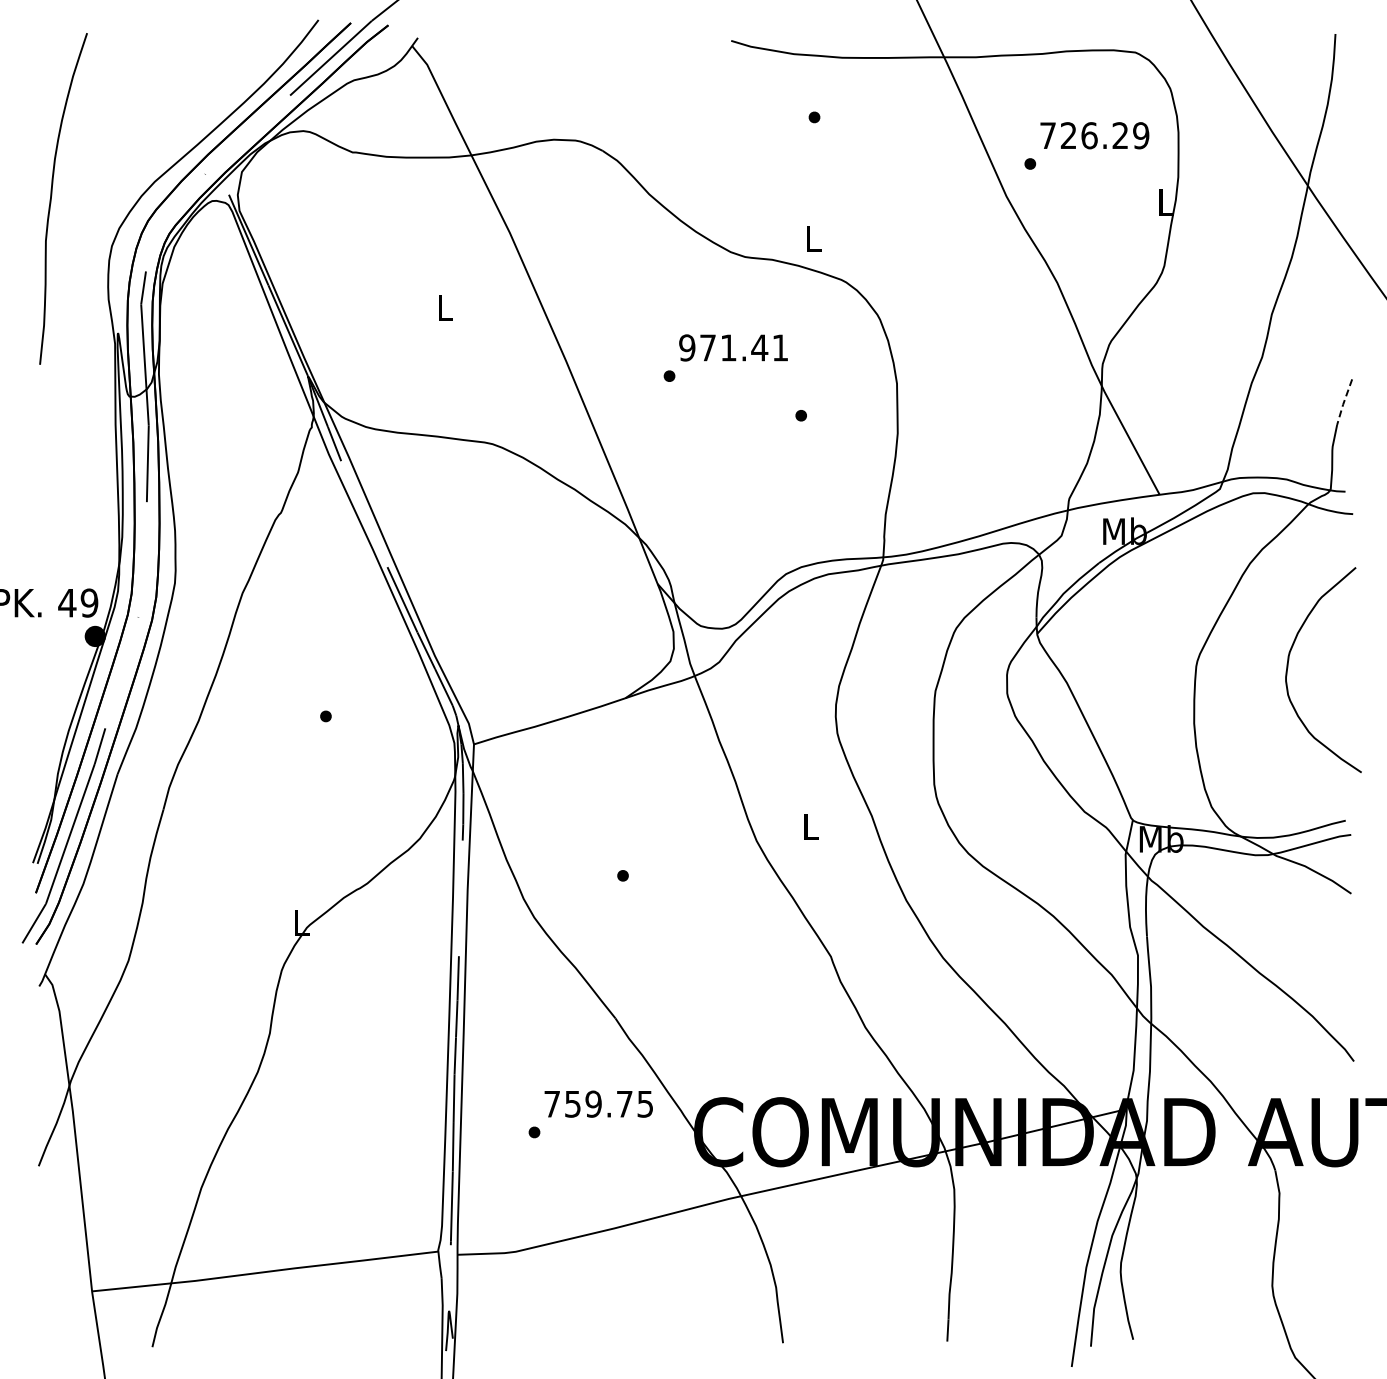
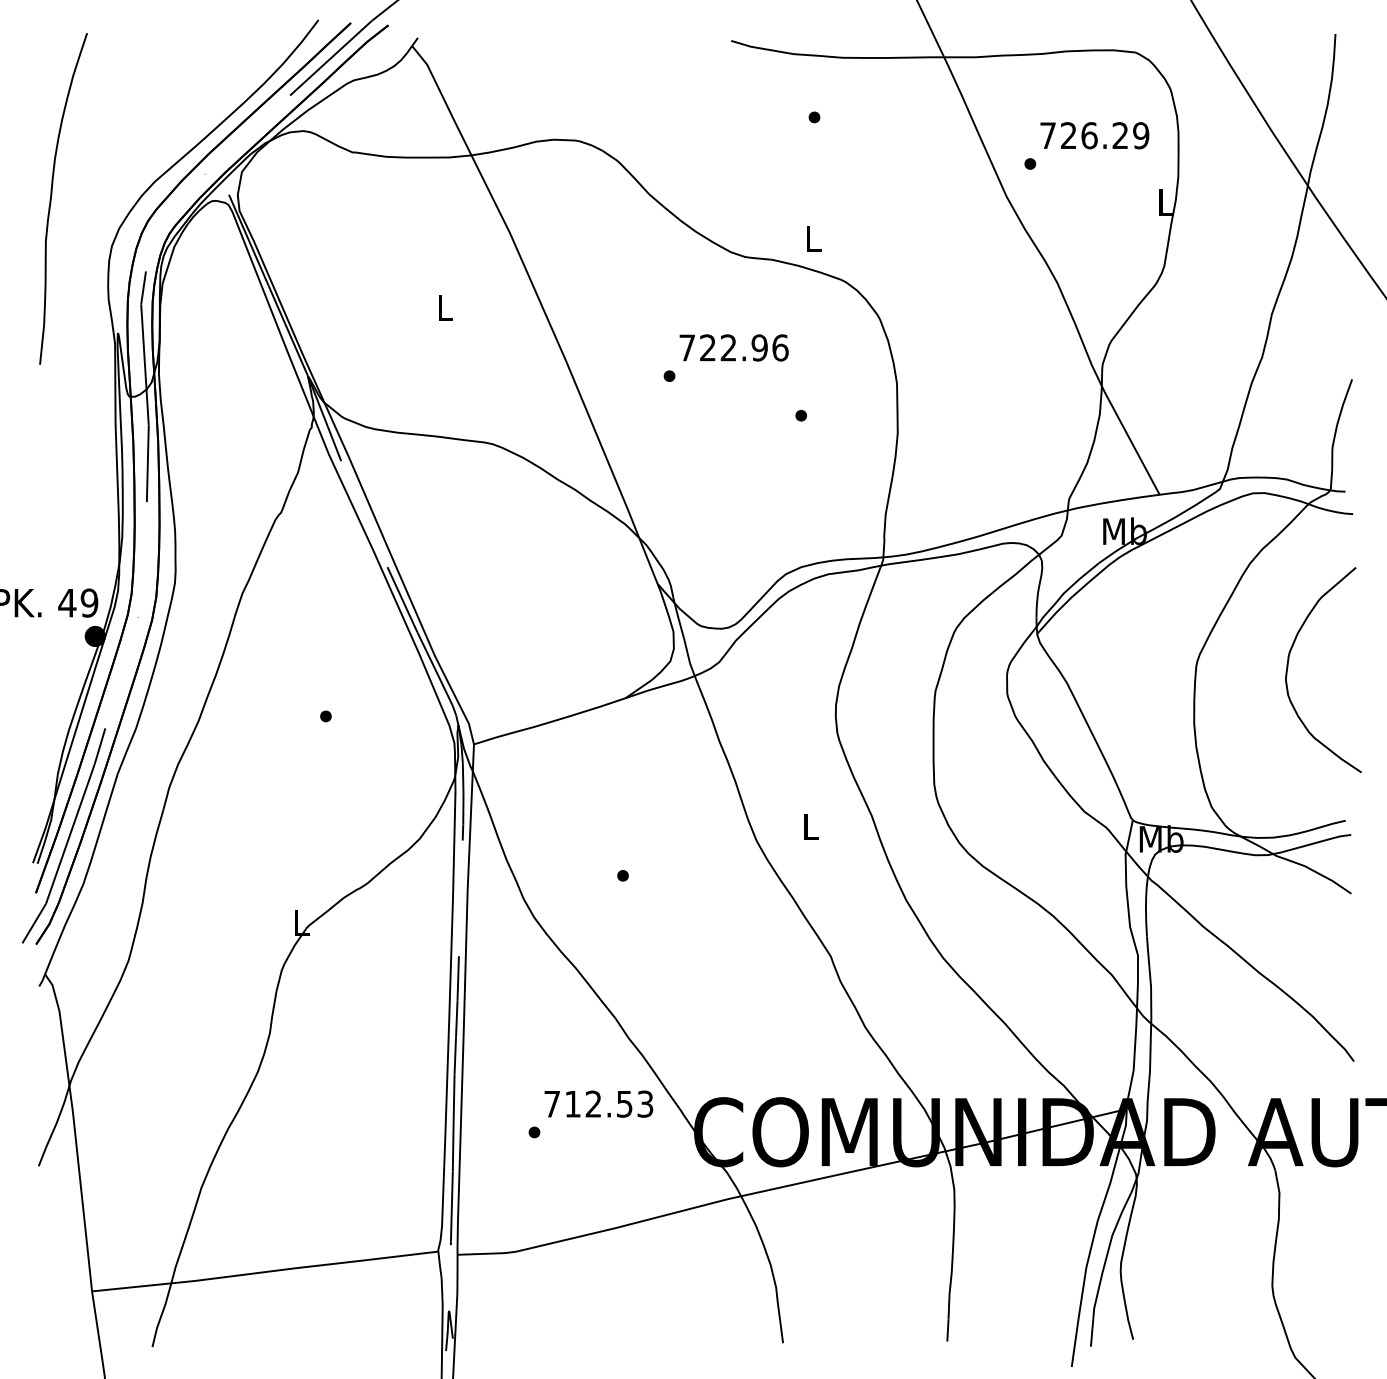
text at (733, 347): 971.41 -> 722.96
line at (1343, 402): dashed -> solid
text at (609, 1103): 759.75 -> 712.53
